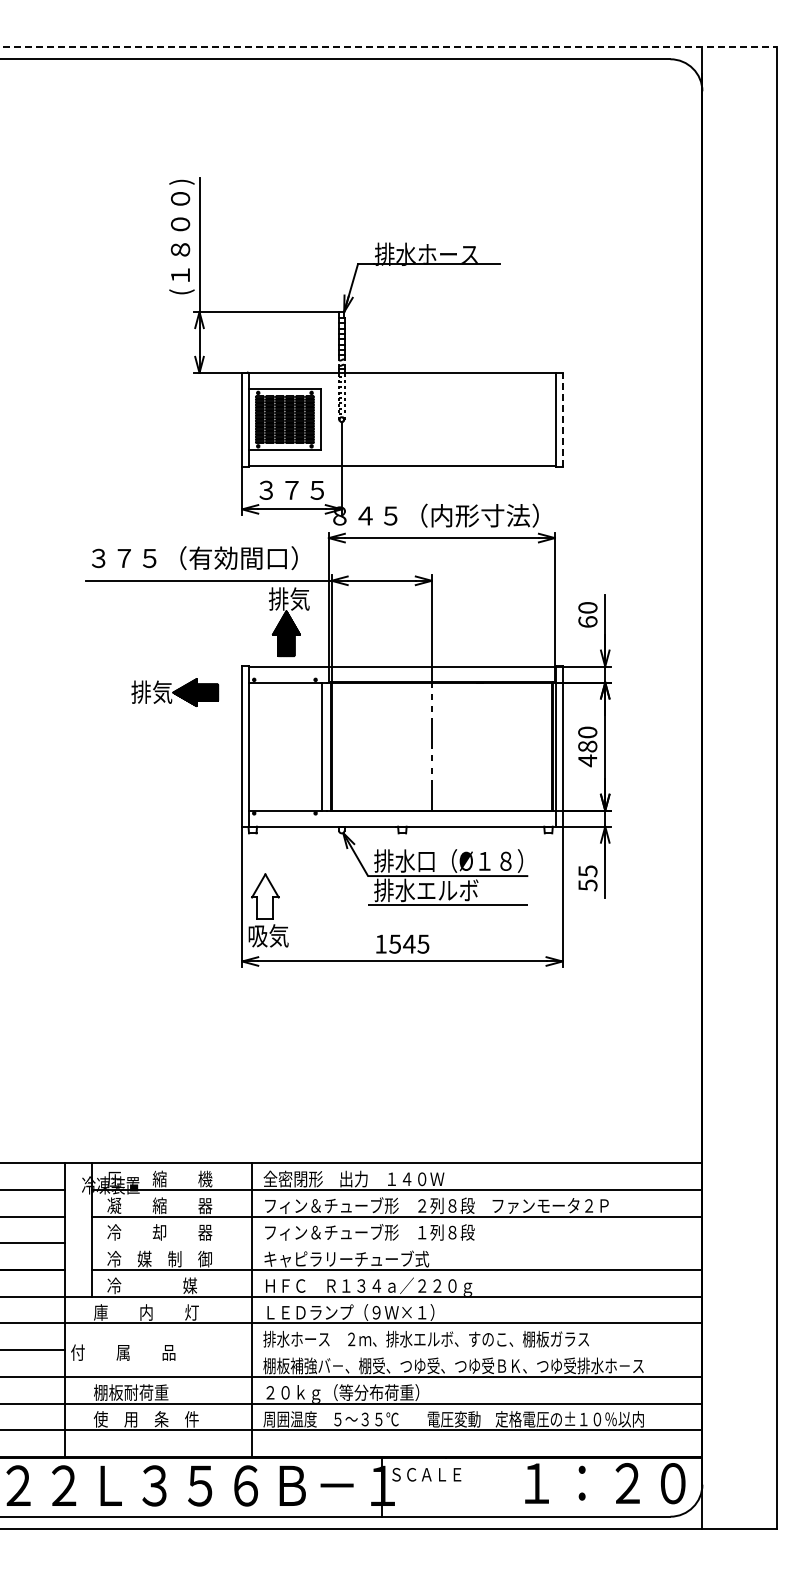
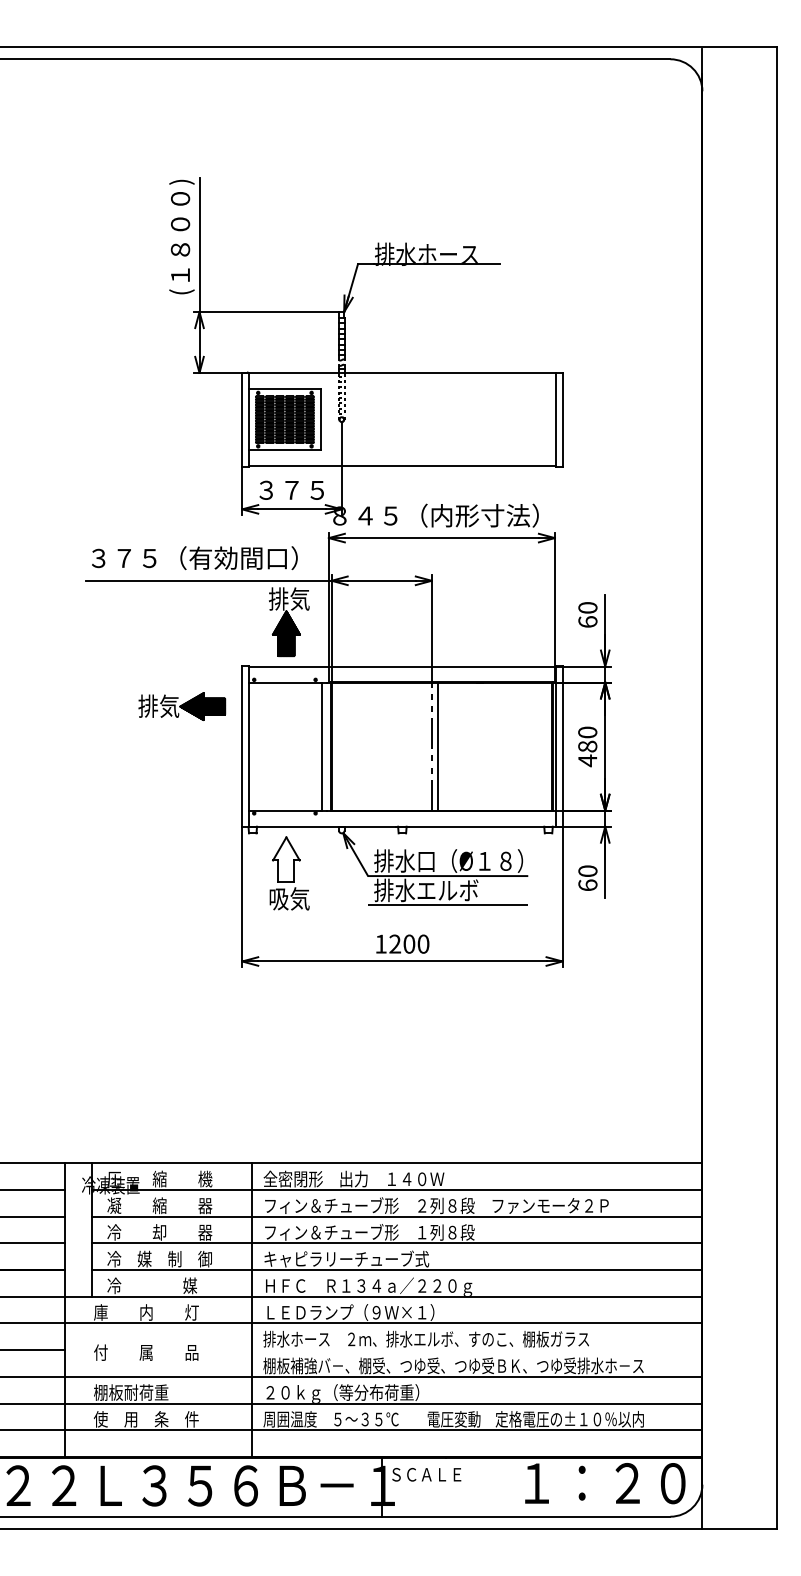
line at (389, 47): dashed -> solid
line at (562, 419): dashed -> solid
part at (175, 692) position: (175, 692) -> (182, 706)
line at (437, 746): none -> present
text at (587, 878): 55 -> 60
part at (268, 910) position: (268, 910) -> (289, 873)
text at (409, 943): 1545 -> 1200
line at (397, 1243): none -> present
text at (123, 1352) position: (123, 1352) -> (146, 1352)
